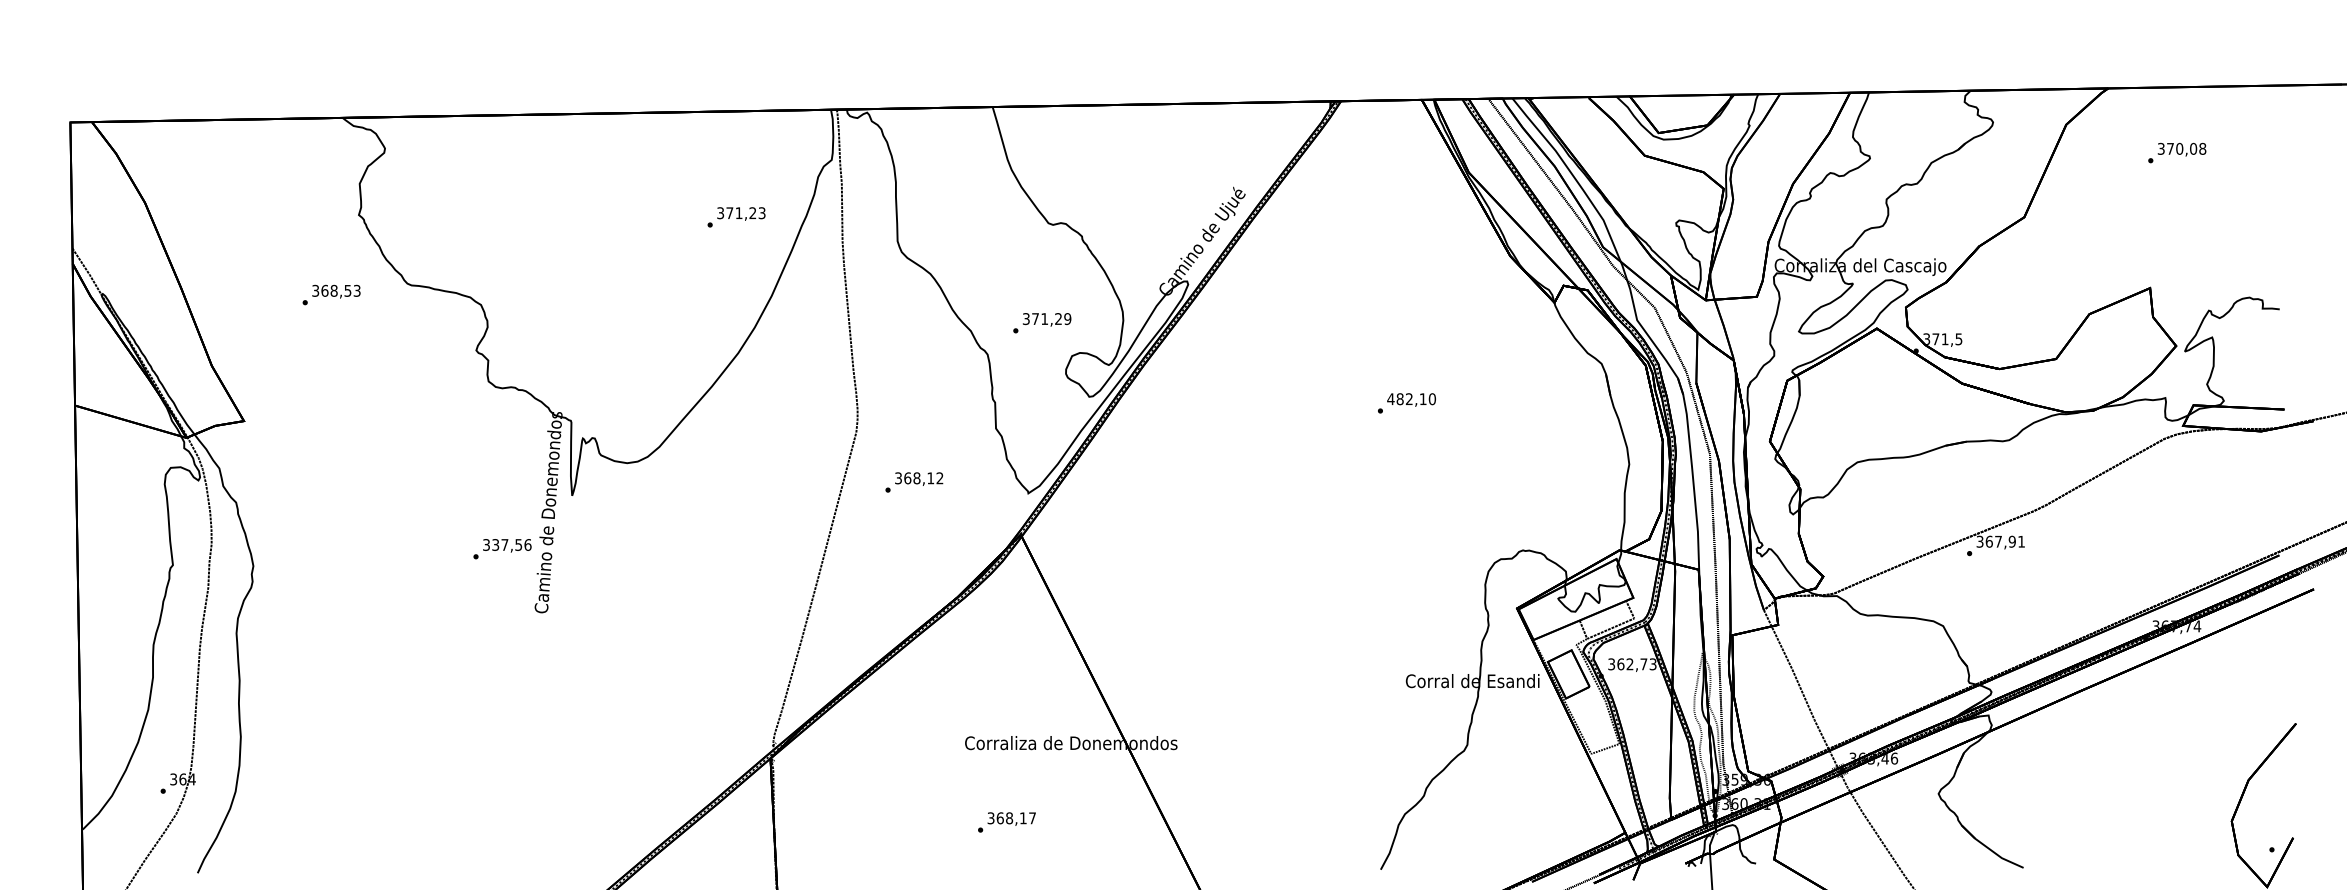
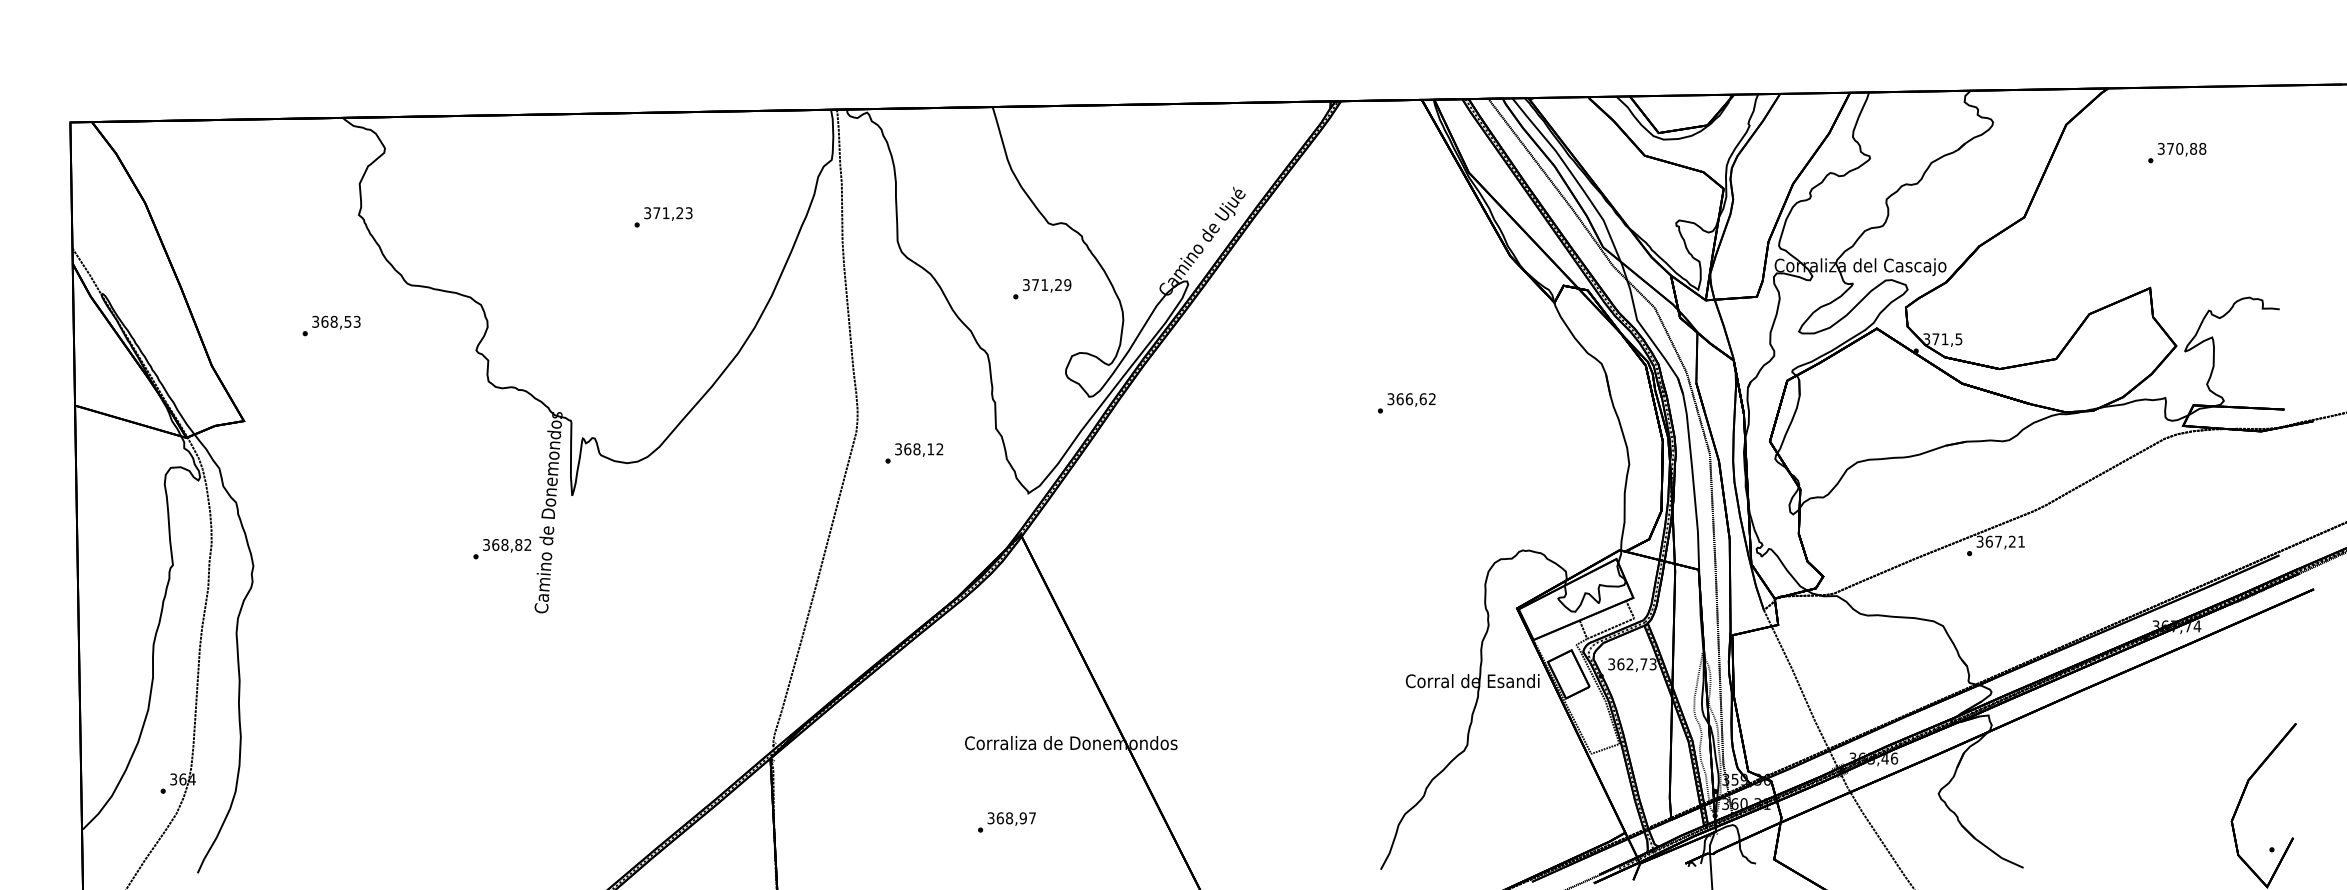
text at (2193, 148): 370,08 -> 370,88
text at (736, 217) position: (736, 217) -> (663, 217)
text at (331, 294) position: (331, 294) -> (331, 325)
text at (1042, 323) position: (1042, 323) -> (1042, 289)
text at (1411, 399): 482,10 -> 366,62
text at (914, 482) position: (914, 482) -> (914, 453)
text at (2011, 541): 367,91 -> 367,21
text at (511, 544): 337,56 -> 368,82
text at (1022, 818): 368,17 -> 368,97
